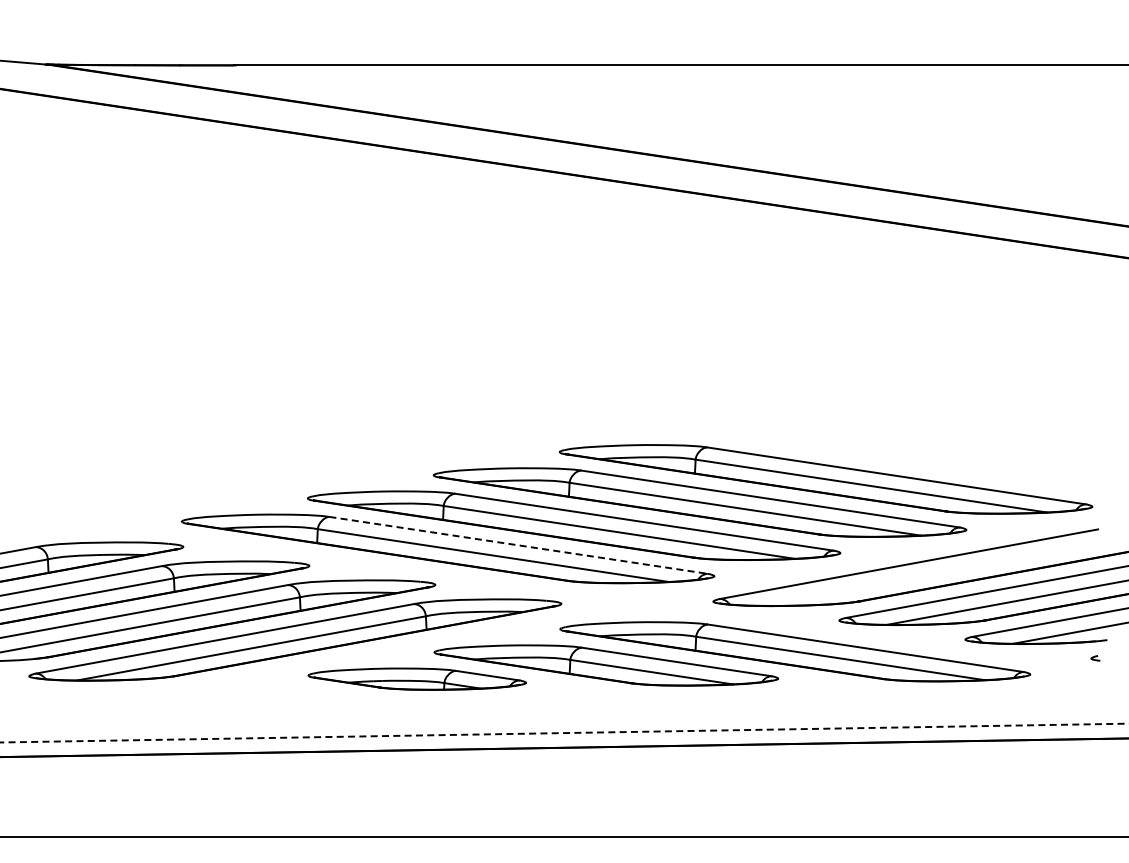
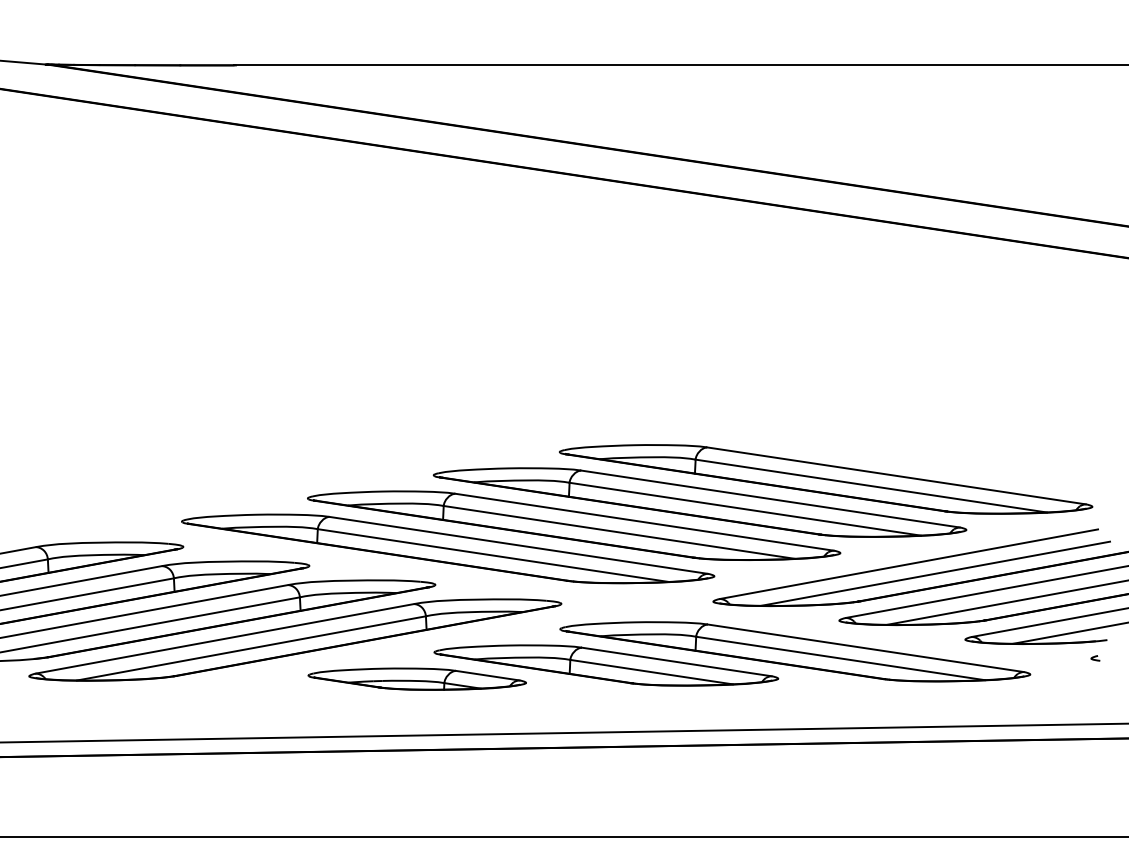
line at (519, 545): dashed -> solid
line at (935, 573): none -> present
line at (564, 733): dashed -> solid
